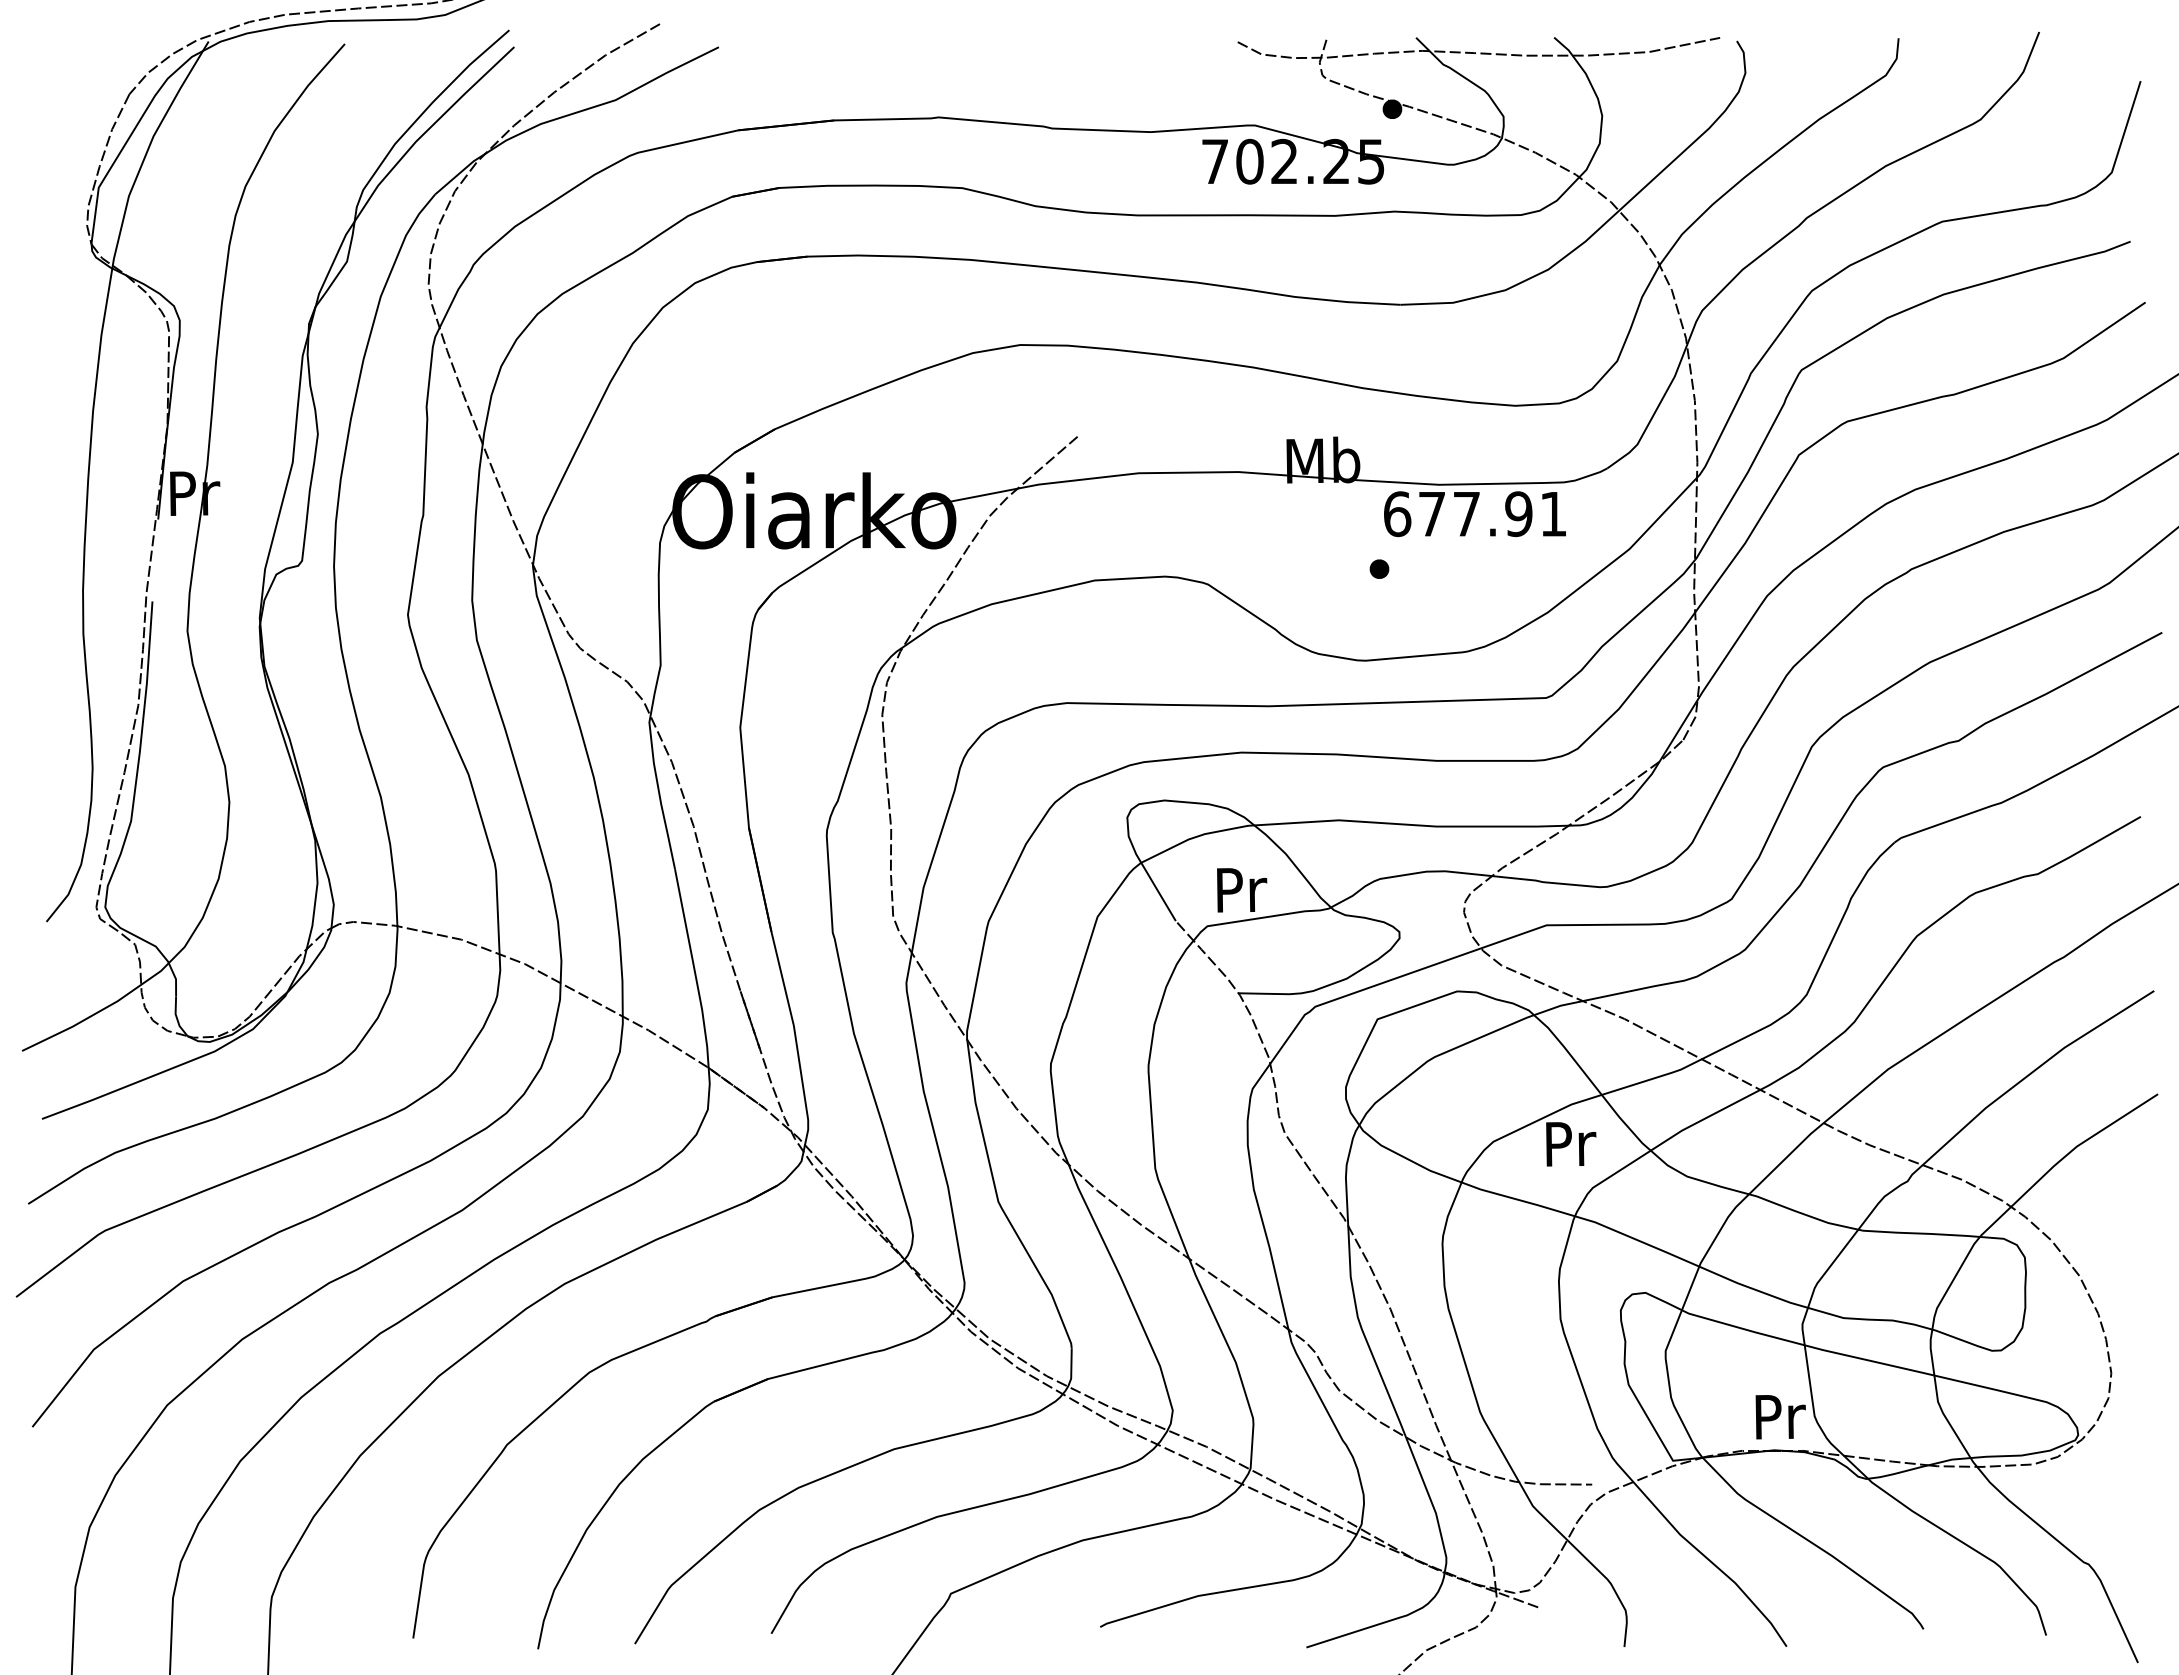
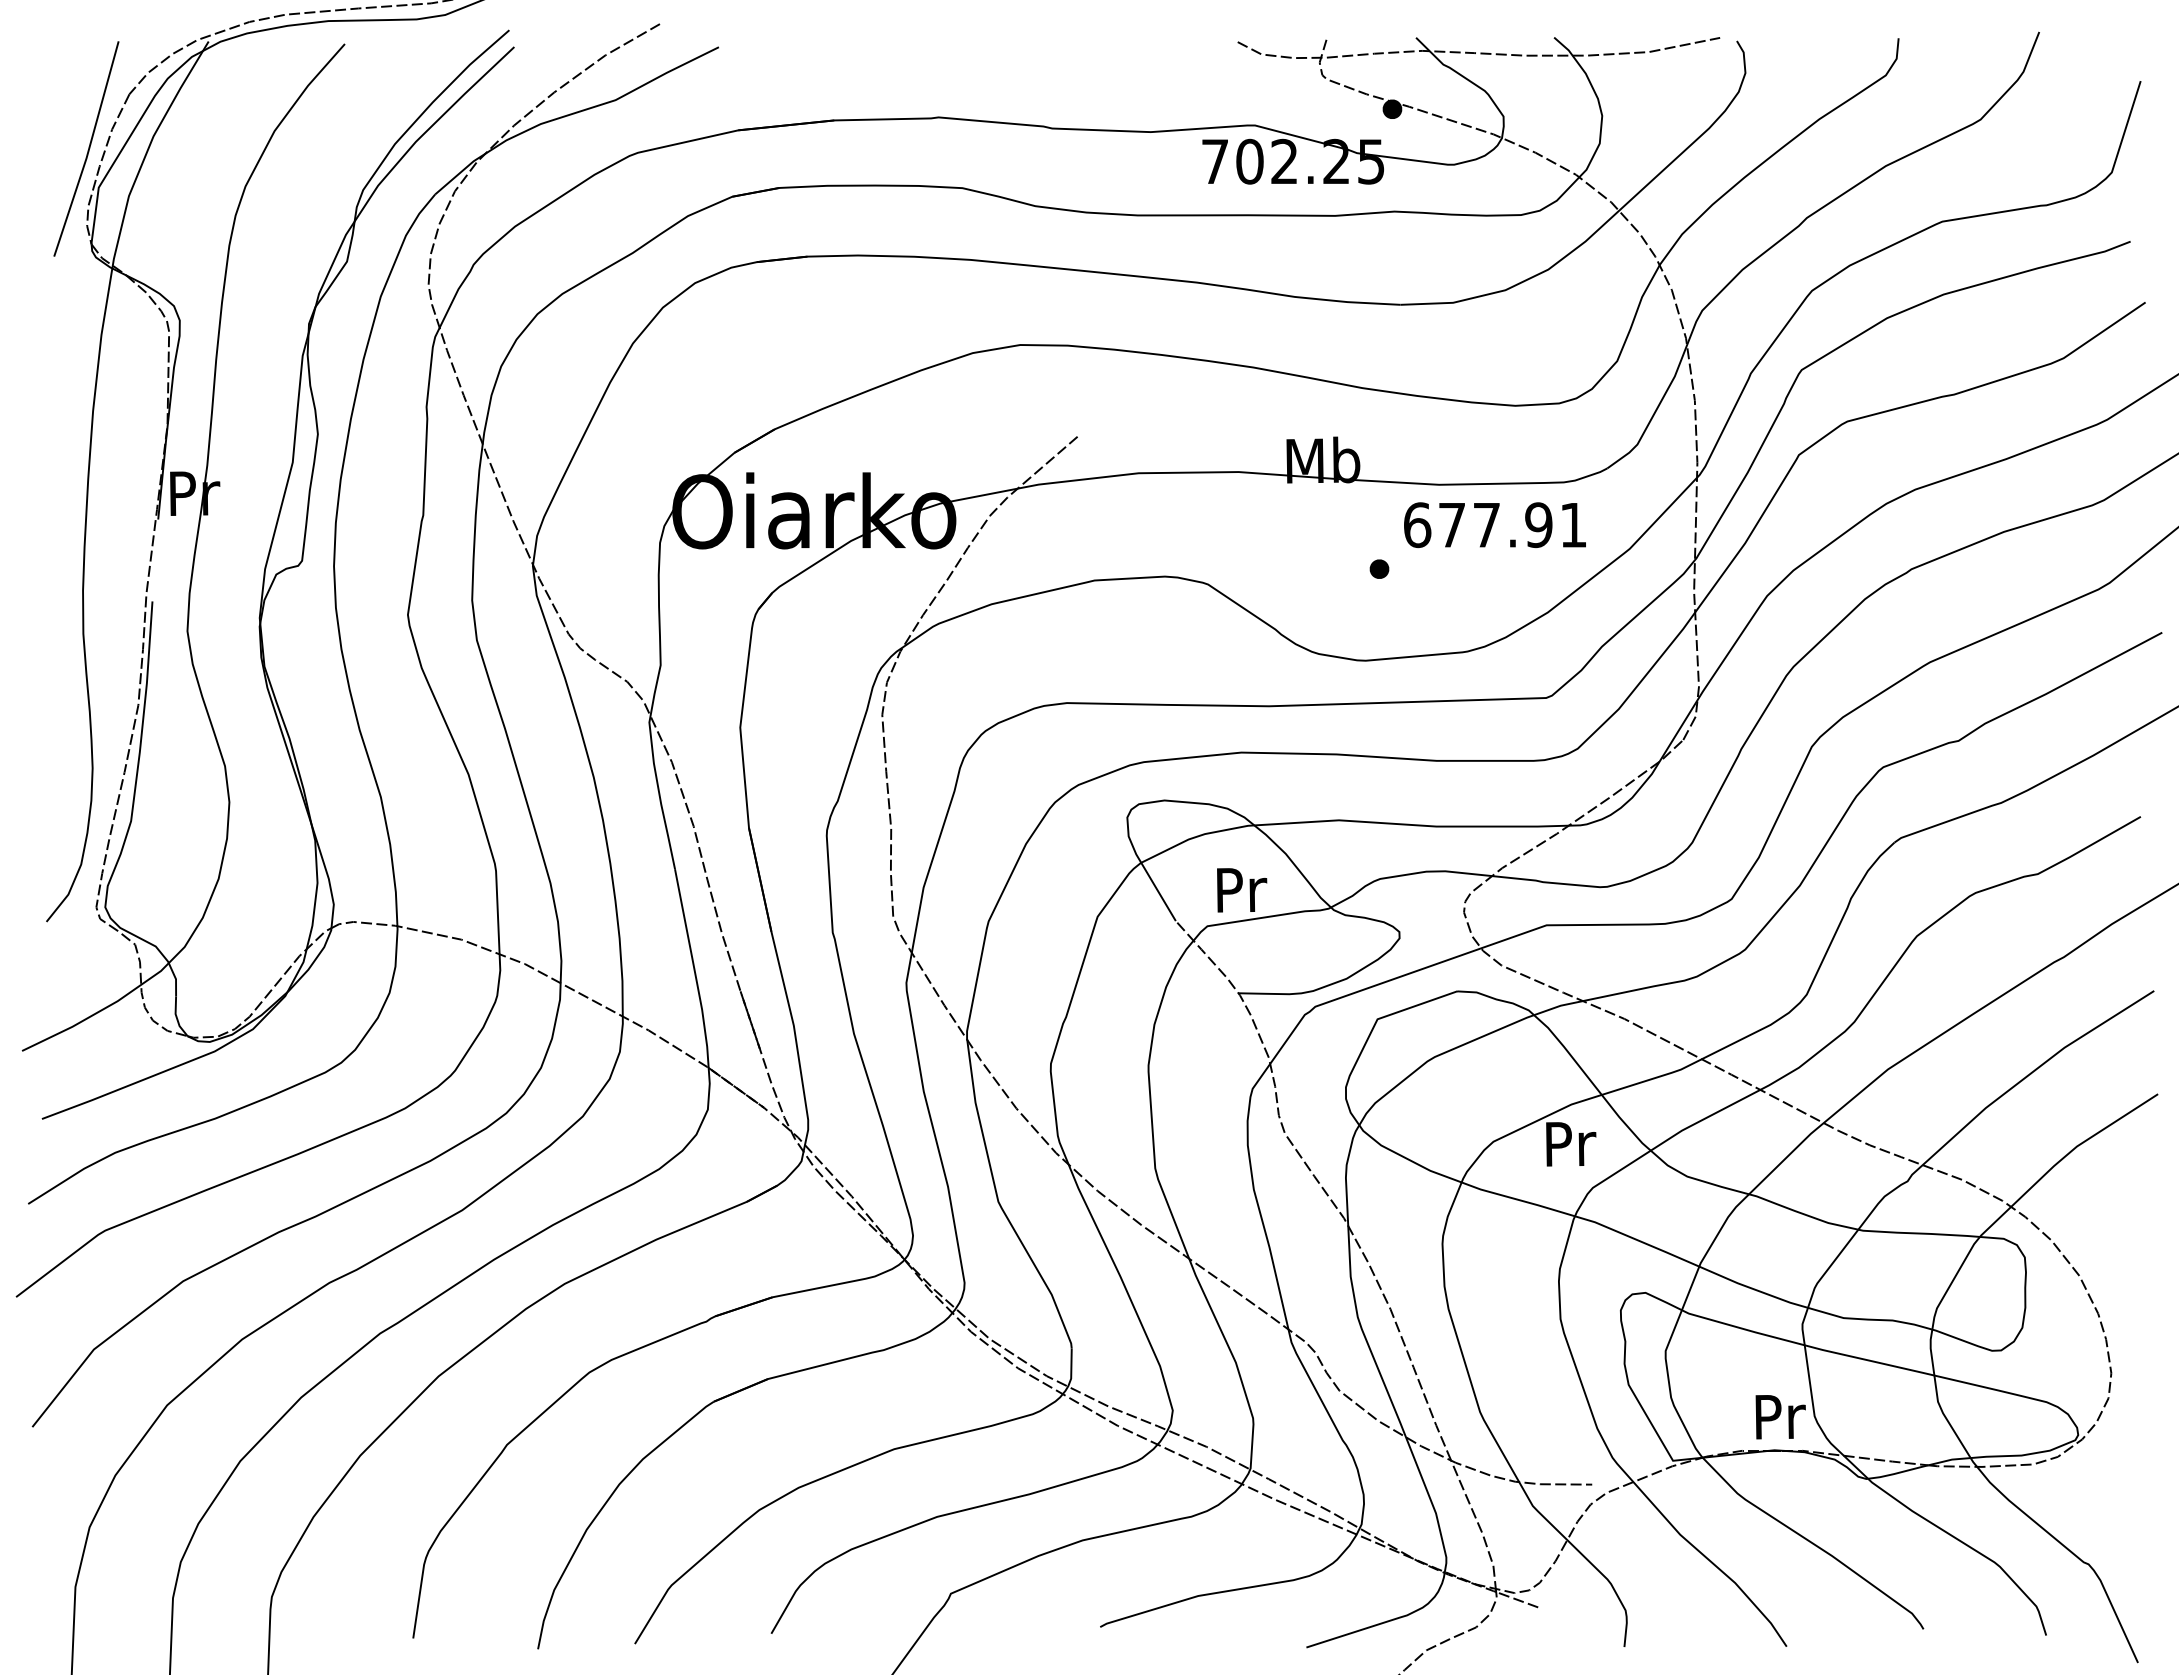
line at (88, 148): none -> present
text at (1474, 514) position: (1474, 514) -> (1494, 525)
